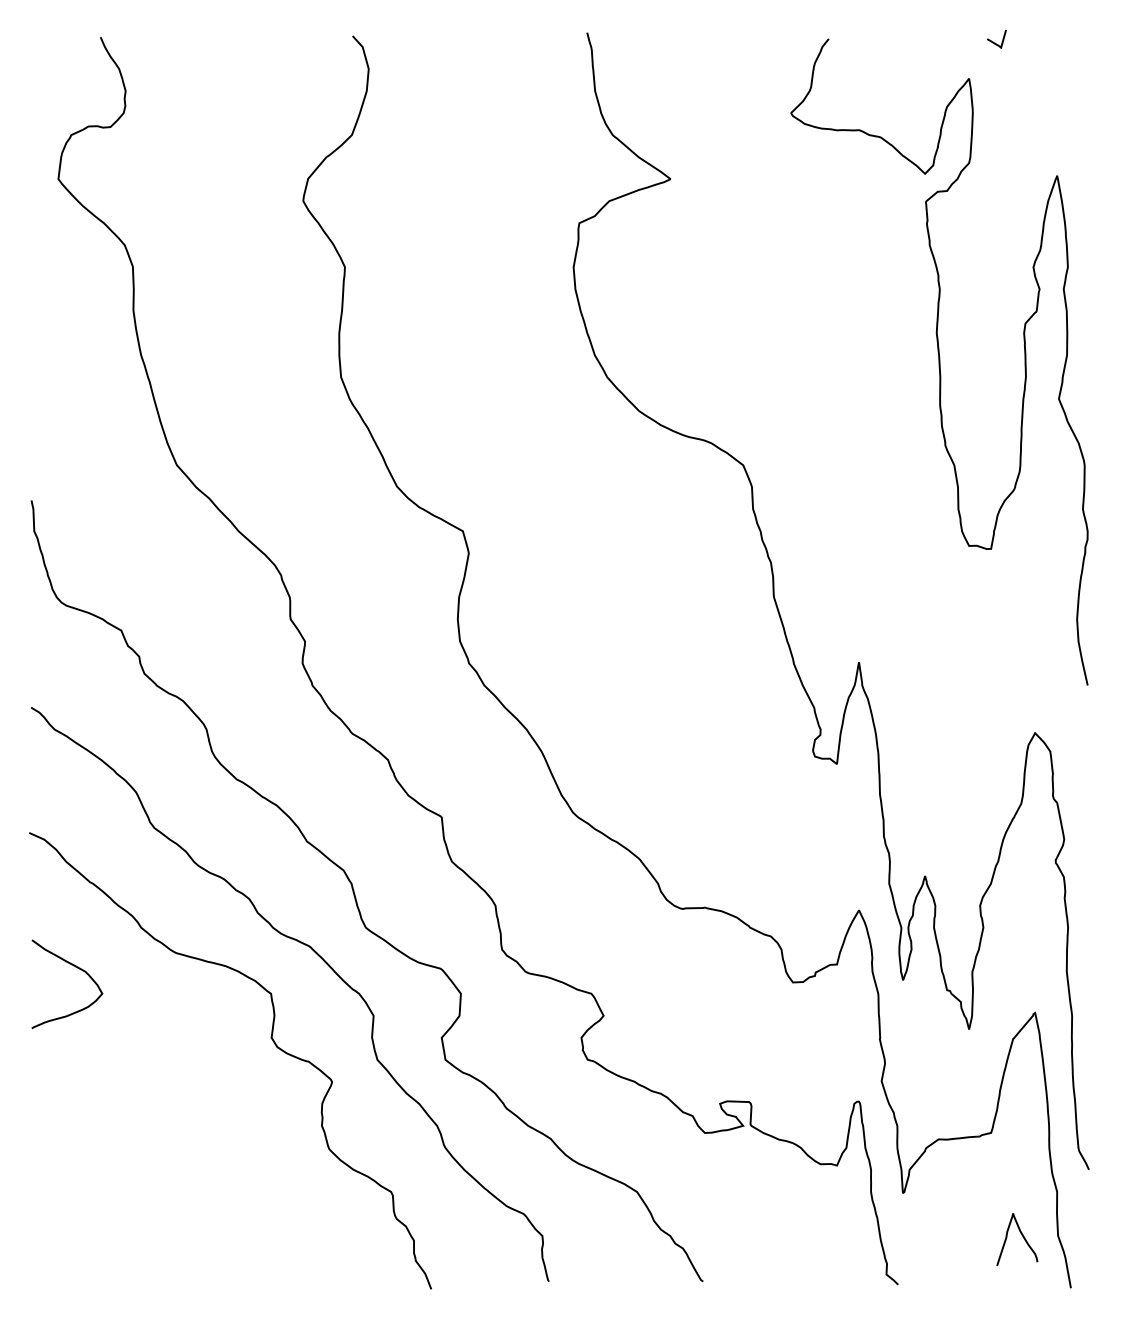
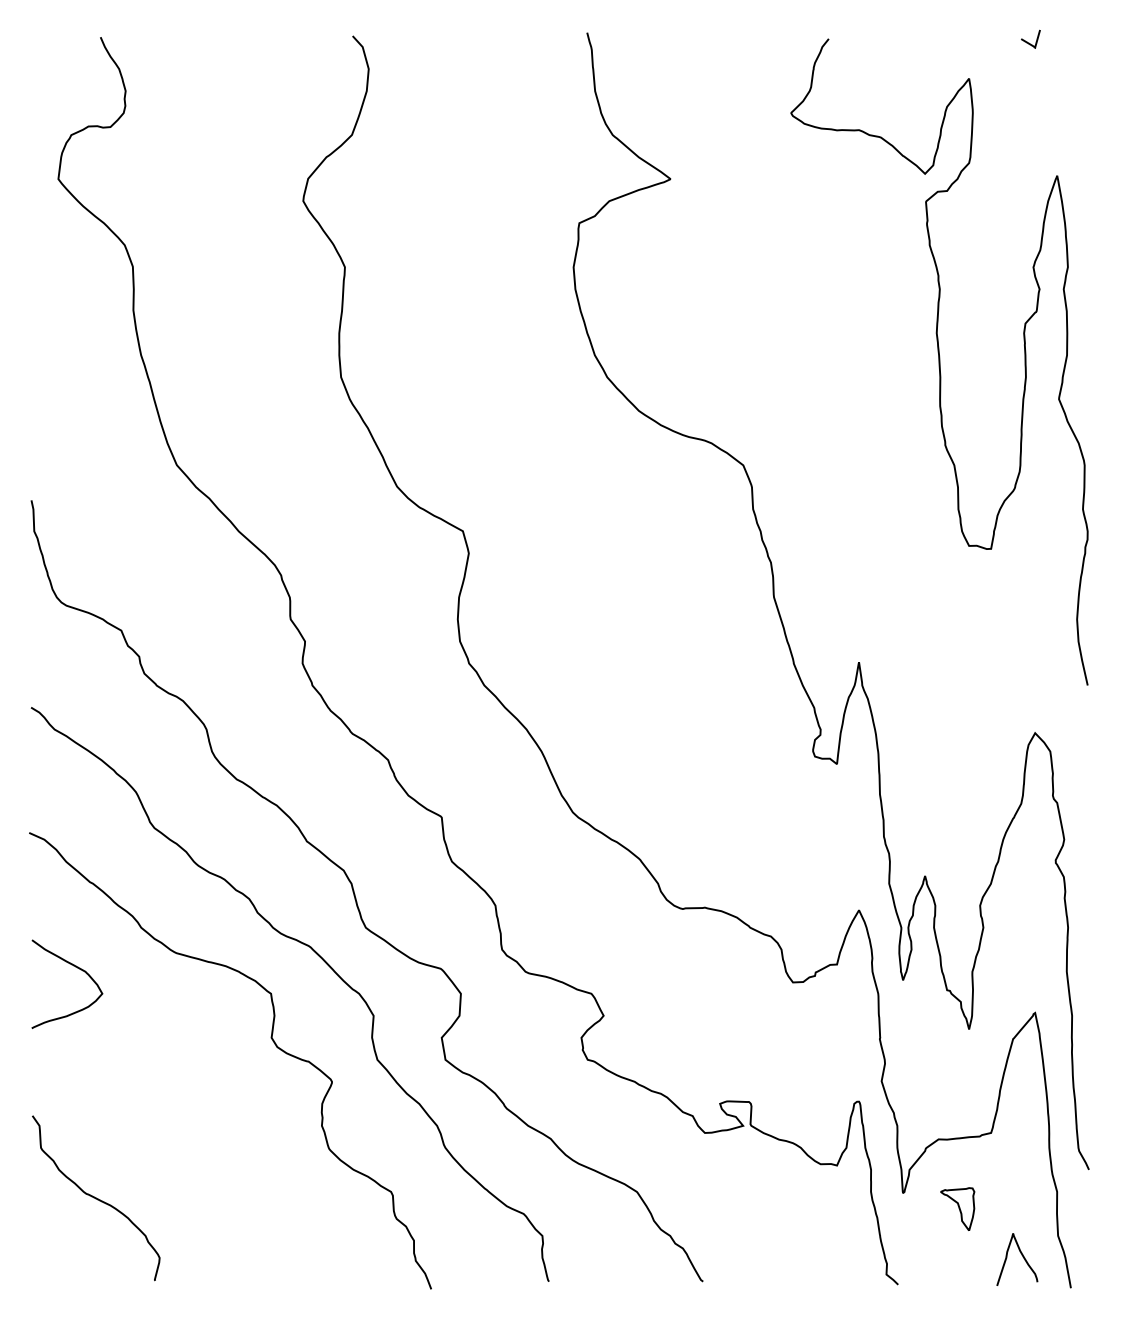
curve at (995, 42) position: (995, 42) -> (1029, 42)
curve at (96, 1198): none -> present
part at (957, 1208): none -> present
curve at (1022, 1237) position: (1022, 1237) -> (1022, 1257)
